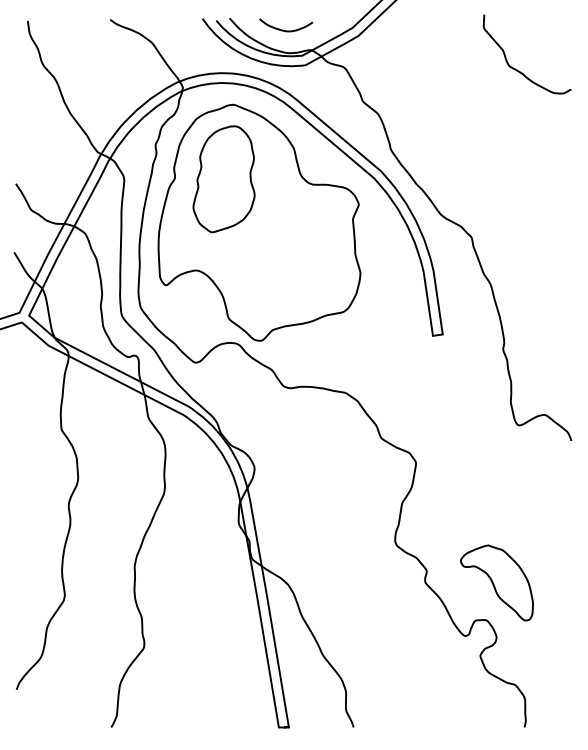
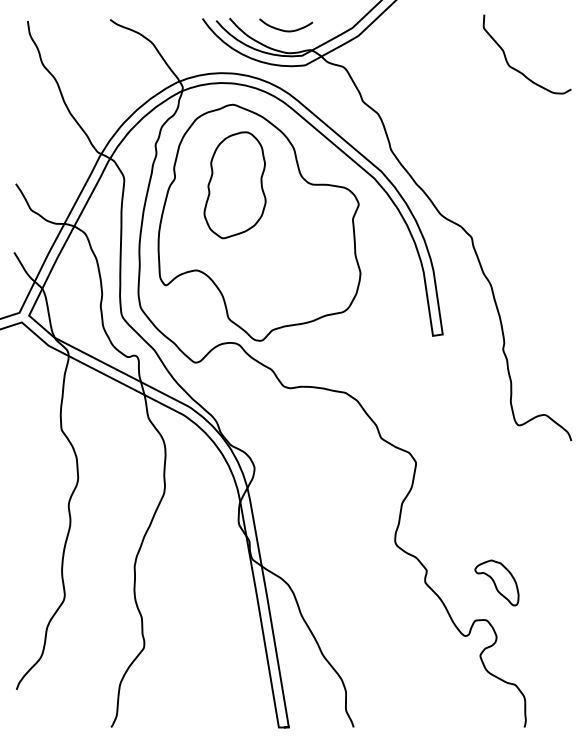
part at (223, 179) position: (223, 179) -> (234, 185)
part at (496, 582) size: 74x78 px -> 46x48 px
